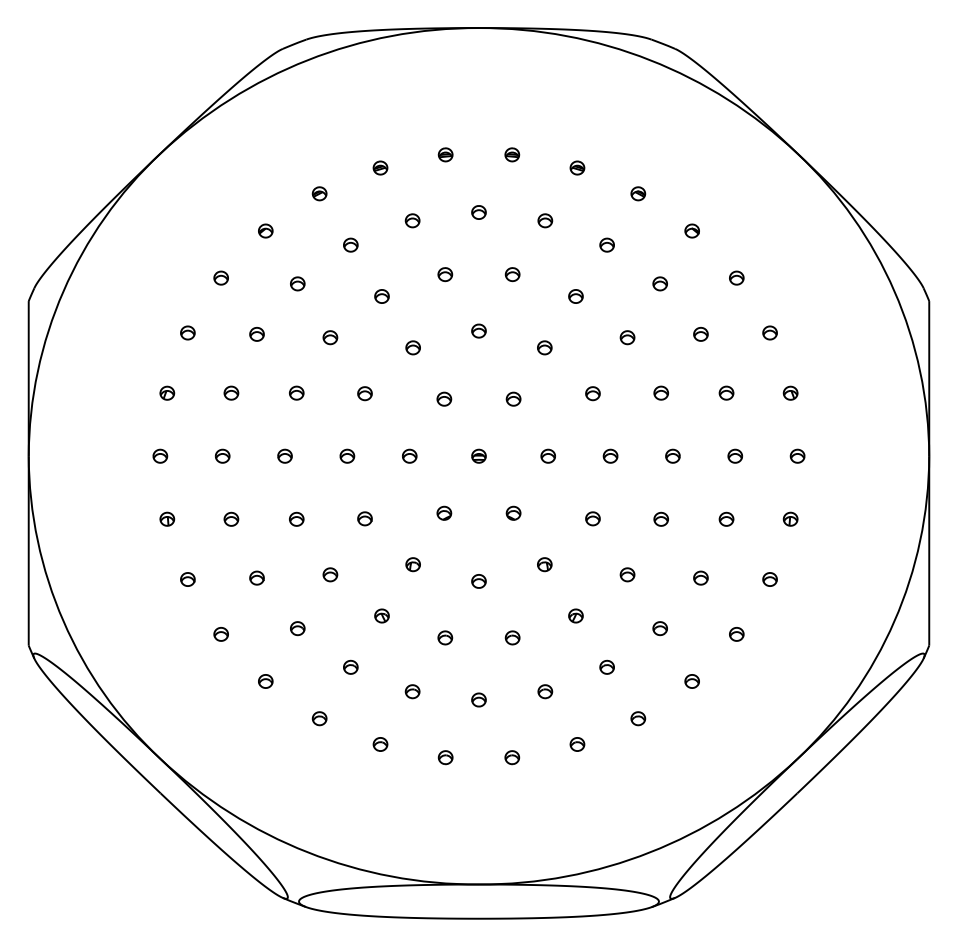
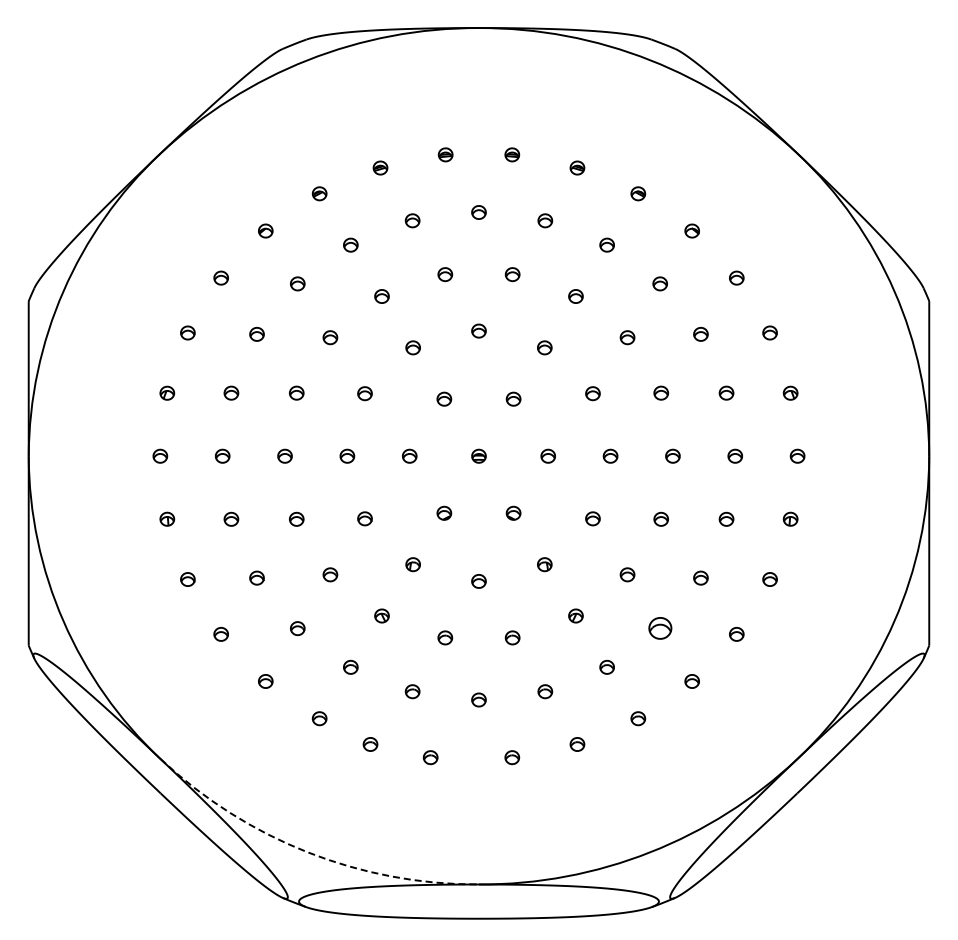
part at (659, 628) size: 16x16 px -> 25x23 px
part at (380, 744) position: (380, 744) -> (370, 744)
part at (445, 757) position: (445, 757) -> (430, 757)
arc at (307, 852): solid -> dashed
